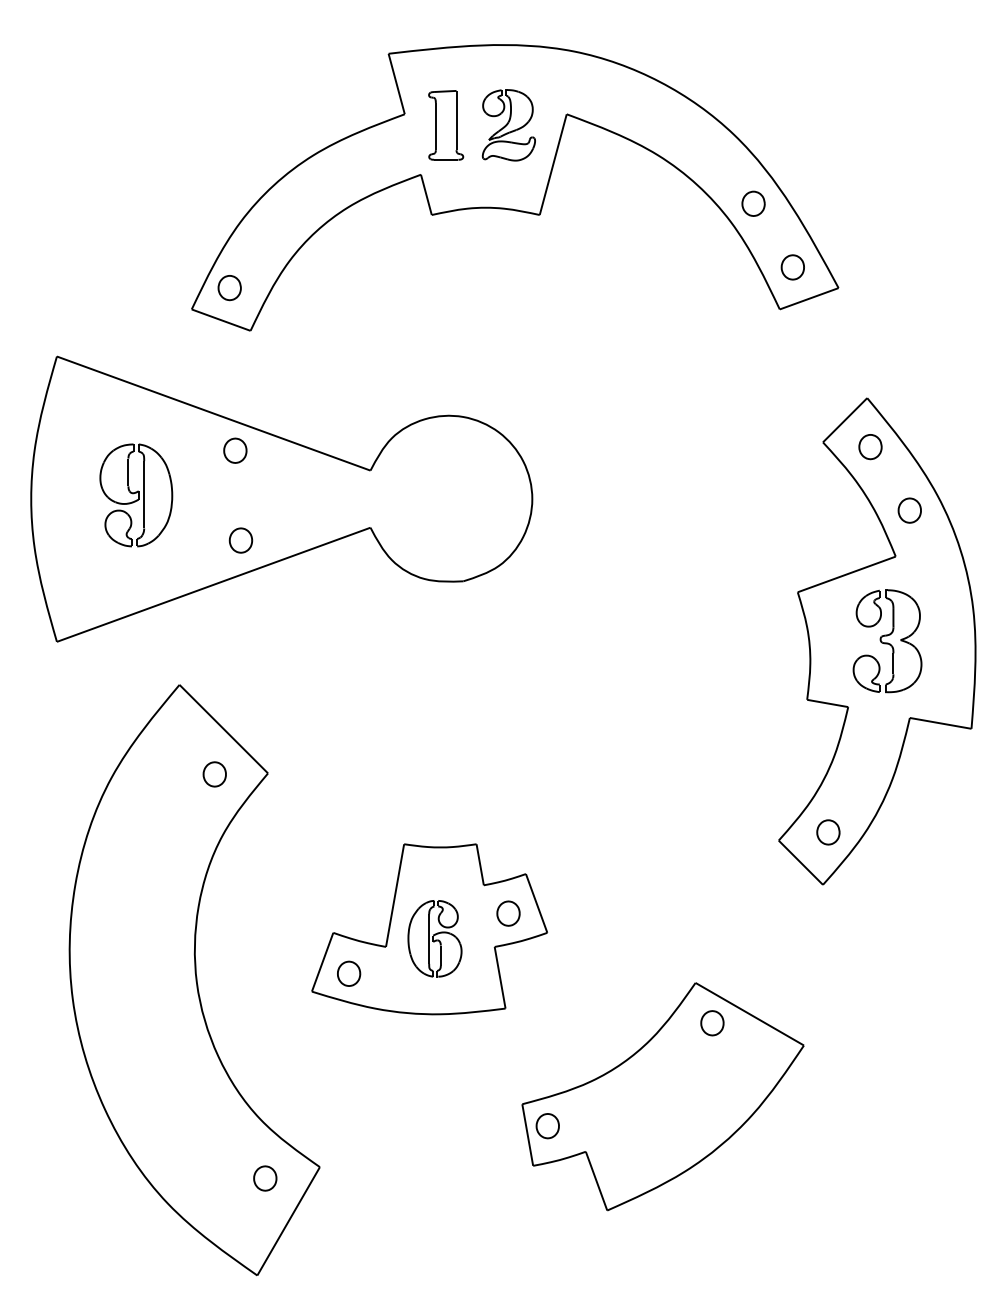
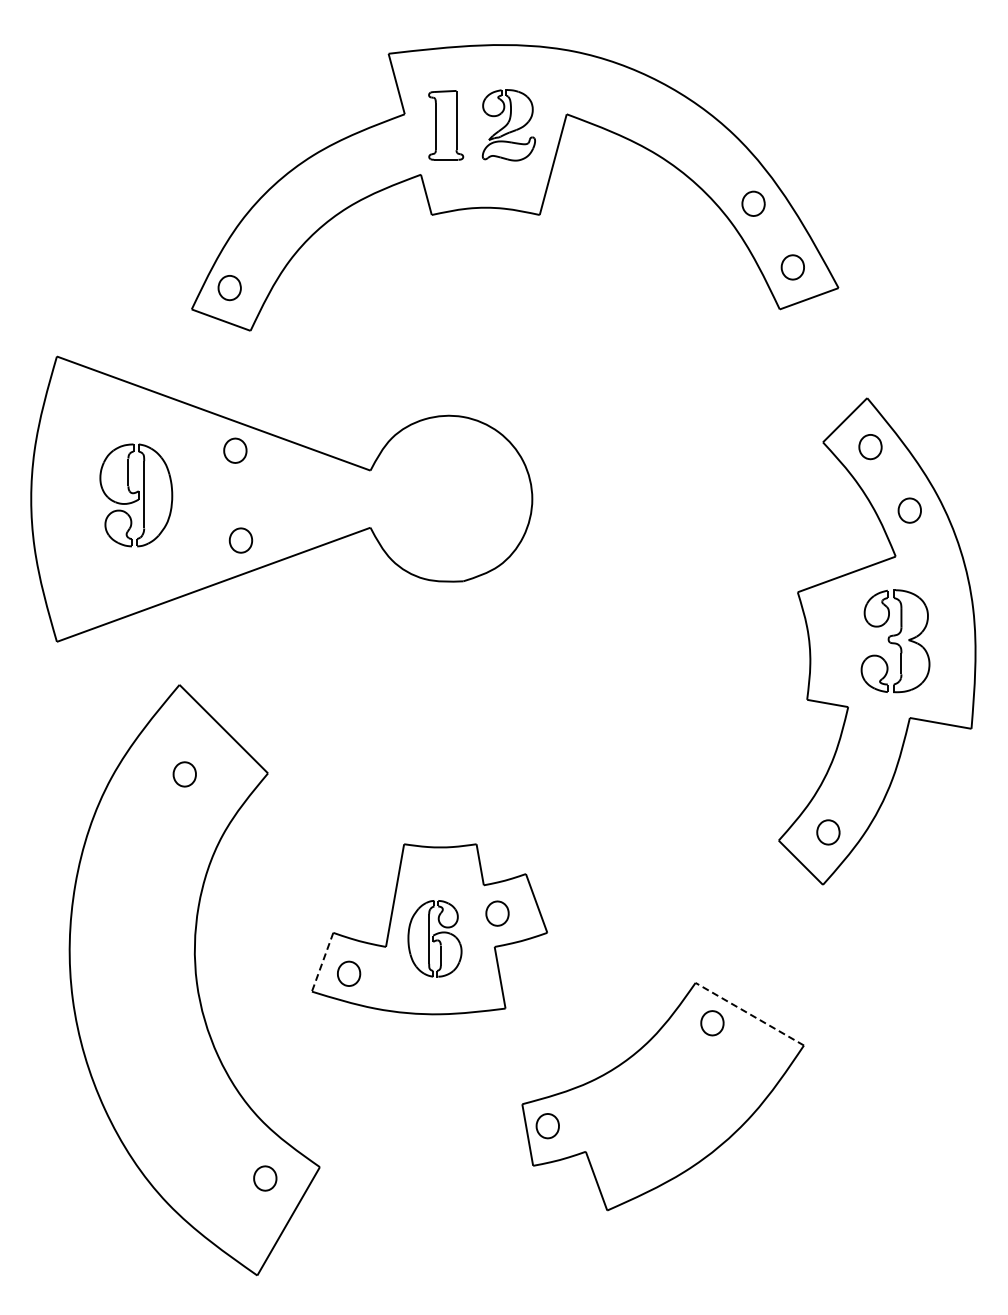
part at (887, 641) position: (887, 641) -> (895, 641)
part at (214, 774) position: (214, 774) -> (184, 774)
part at (508, 913) position: (508, 913) -> (497, 913)
line at (322, 962): solid -> dashed
line at (749, 1014): solid -> dashed
